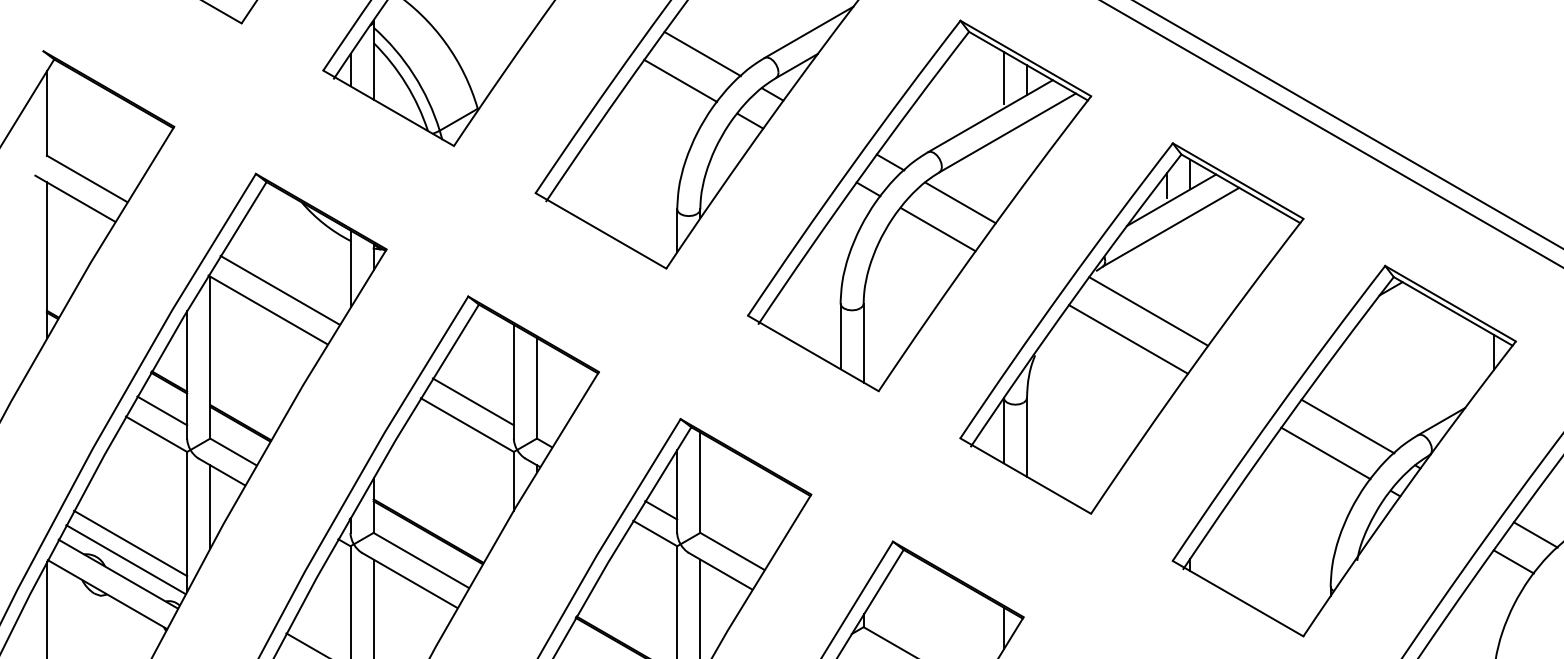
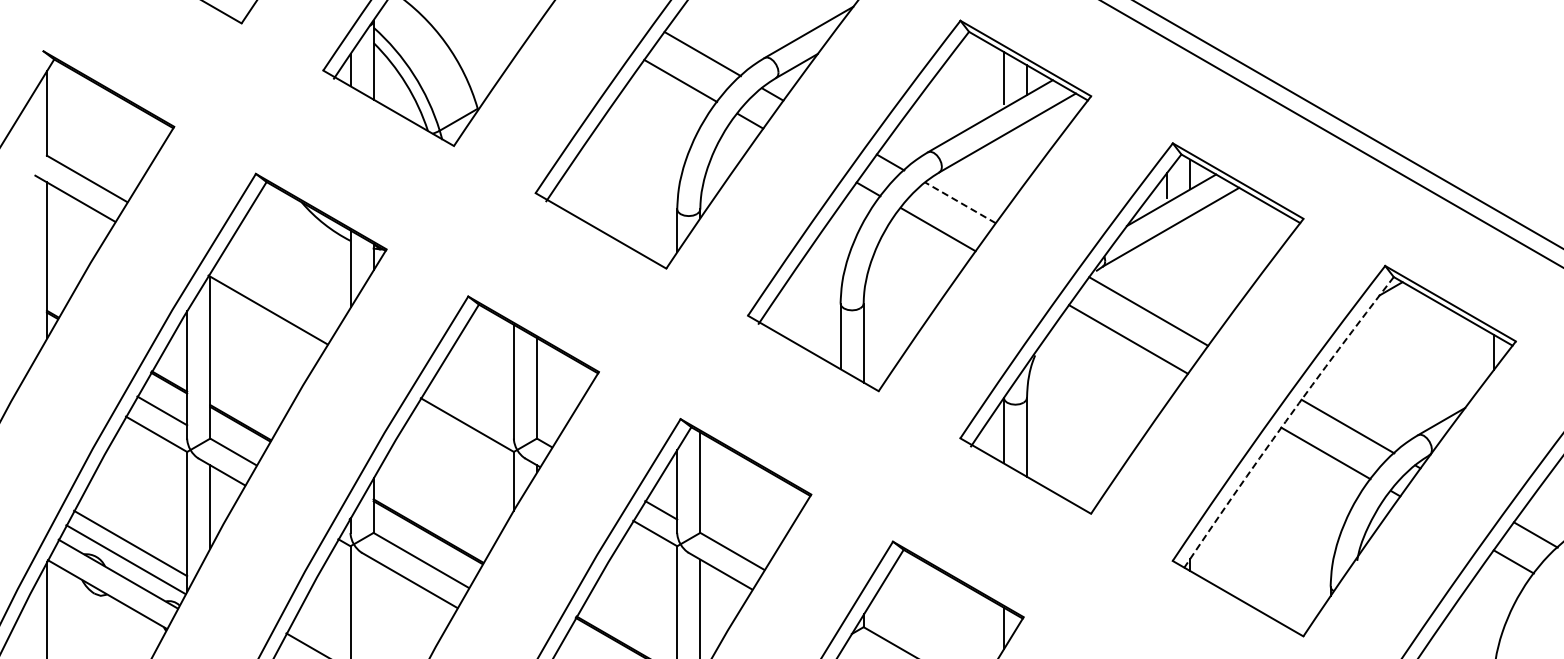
line at (960, 202): solid -> dashed
line at (279, 289): present -> none
line at (472, 401): present -> none
arc at (1285, 421): solid -> dashed
line at (373, 607): present -> none
